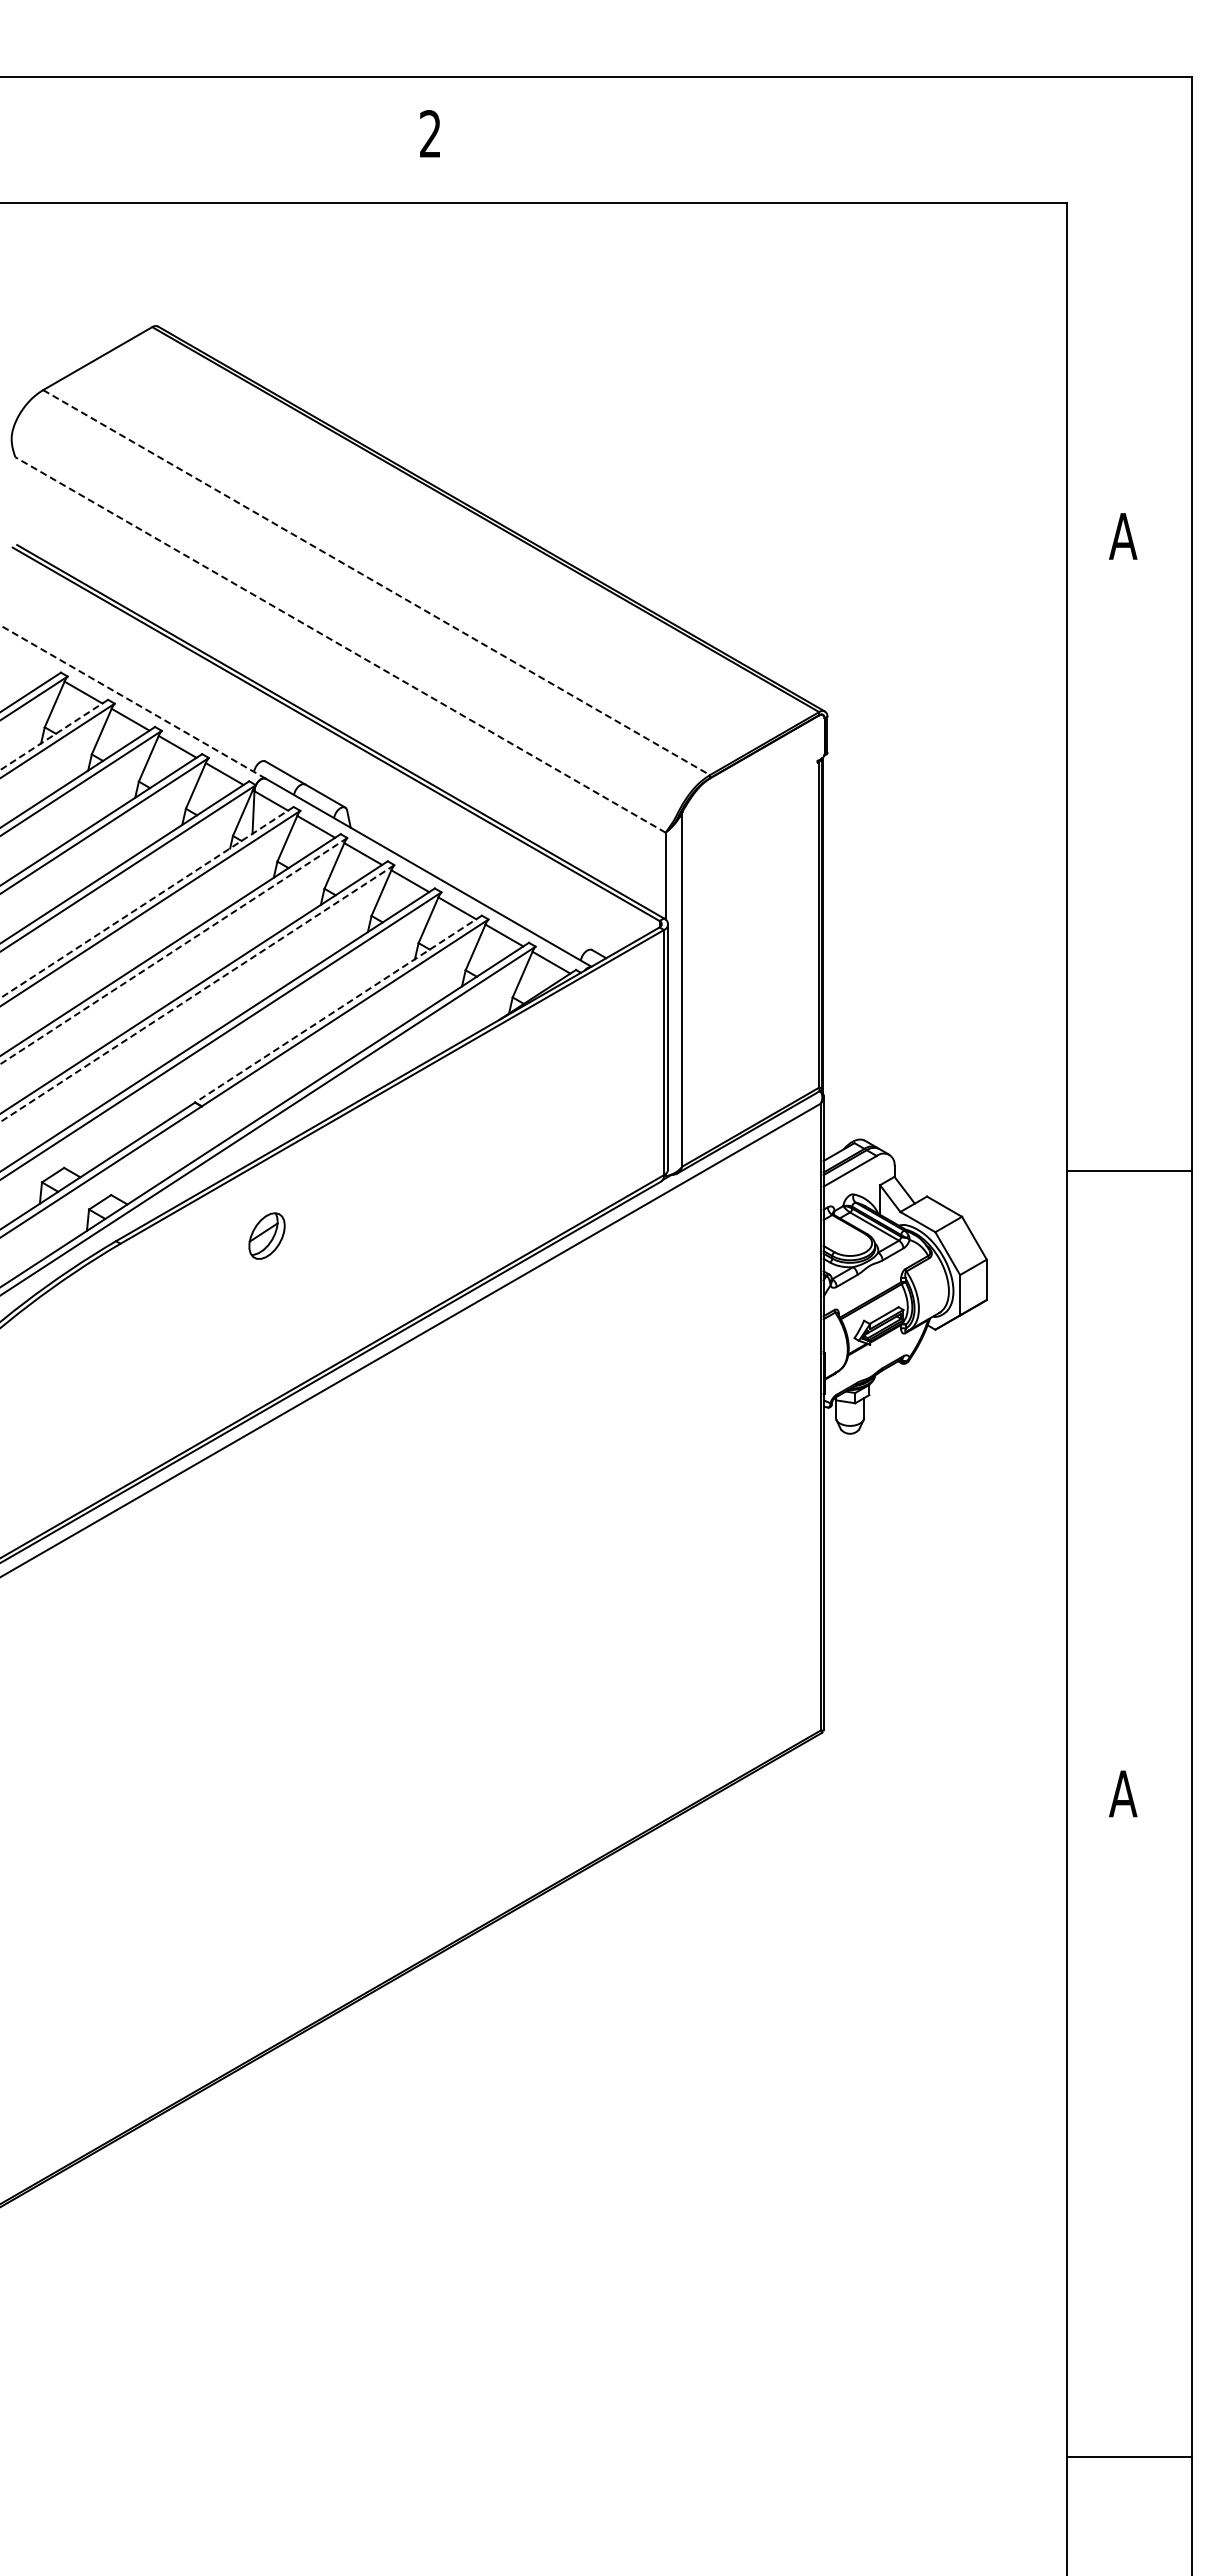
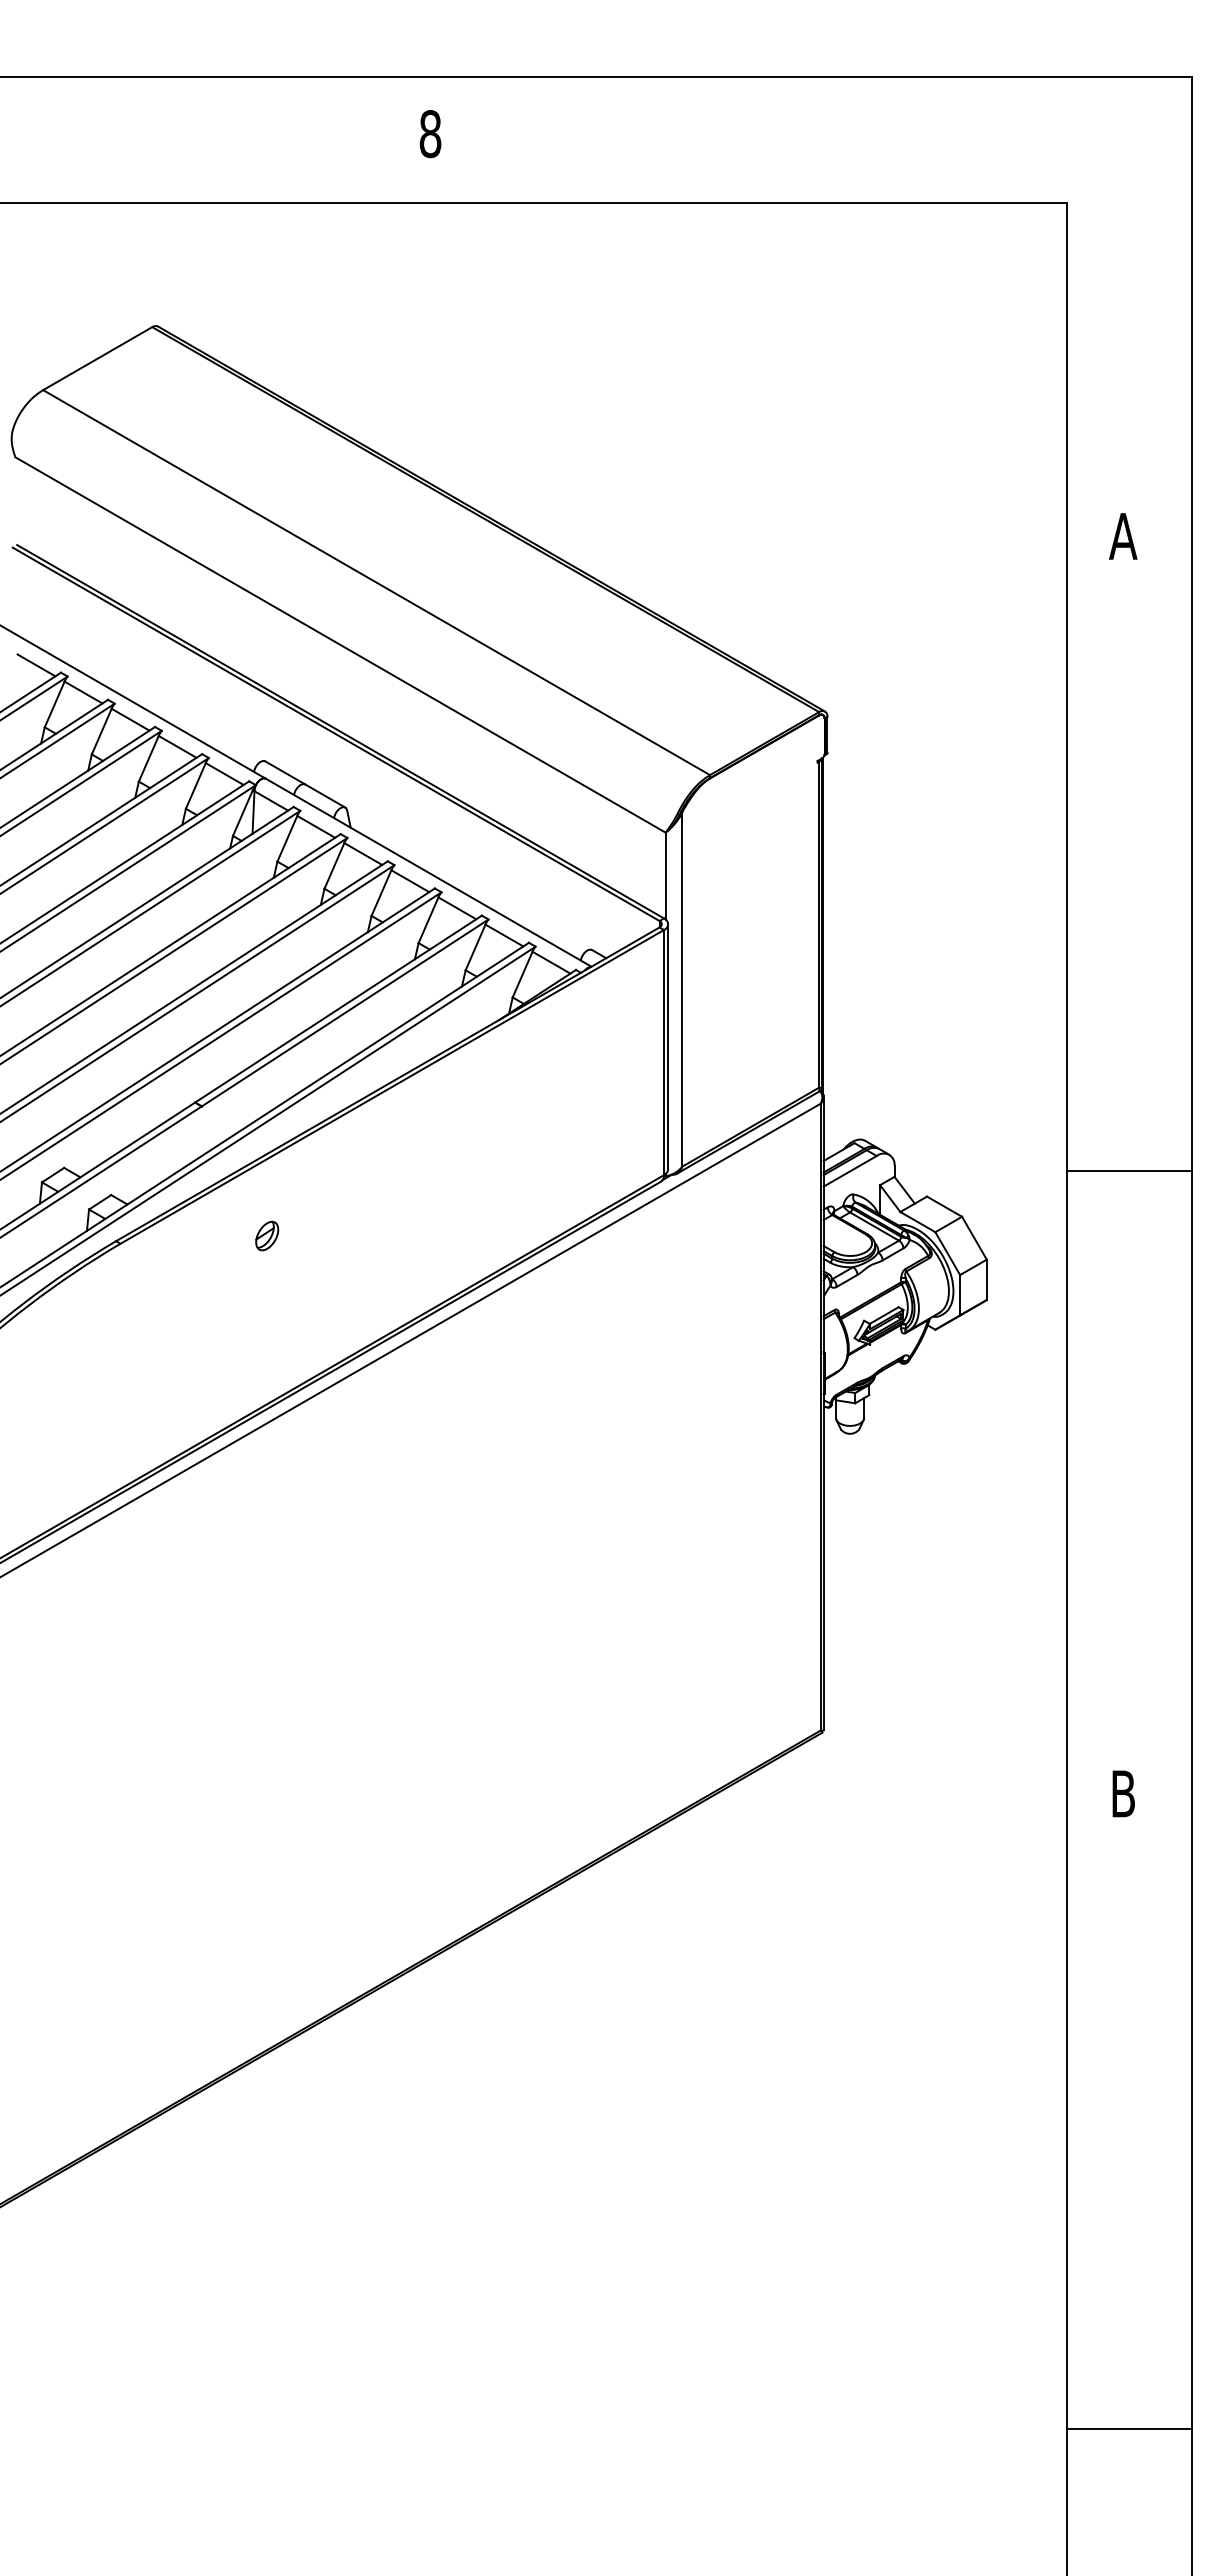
text at (430, 134): 2 -> 8
line at (377, 582): dashed -> solid
line at (340, 645): dashed -> solid
line at (36, 665): none -> present
line at (132, 701): dashed -> solid
line at (53, 735): dashed -> solid
line at (147, 902): dashed -> solid
line at (174, 951): dashed -> solid
line at (196, 994): dashed -> solid
line at (338, 1009): dashed -> solid
part at (266, 1235) size: 38x48 px -> 25x32 px
text at (1123, 1793): A -> B
line at (1129, 2456) position: (1129, 2456) -> (1129, 2428)
